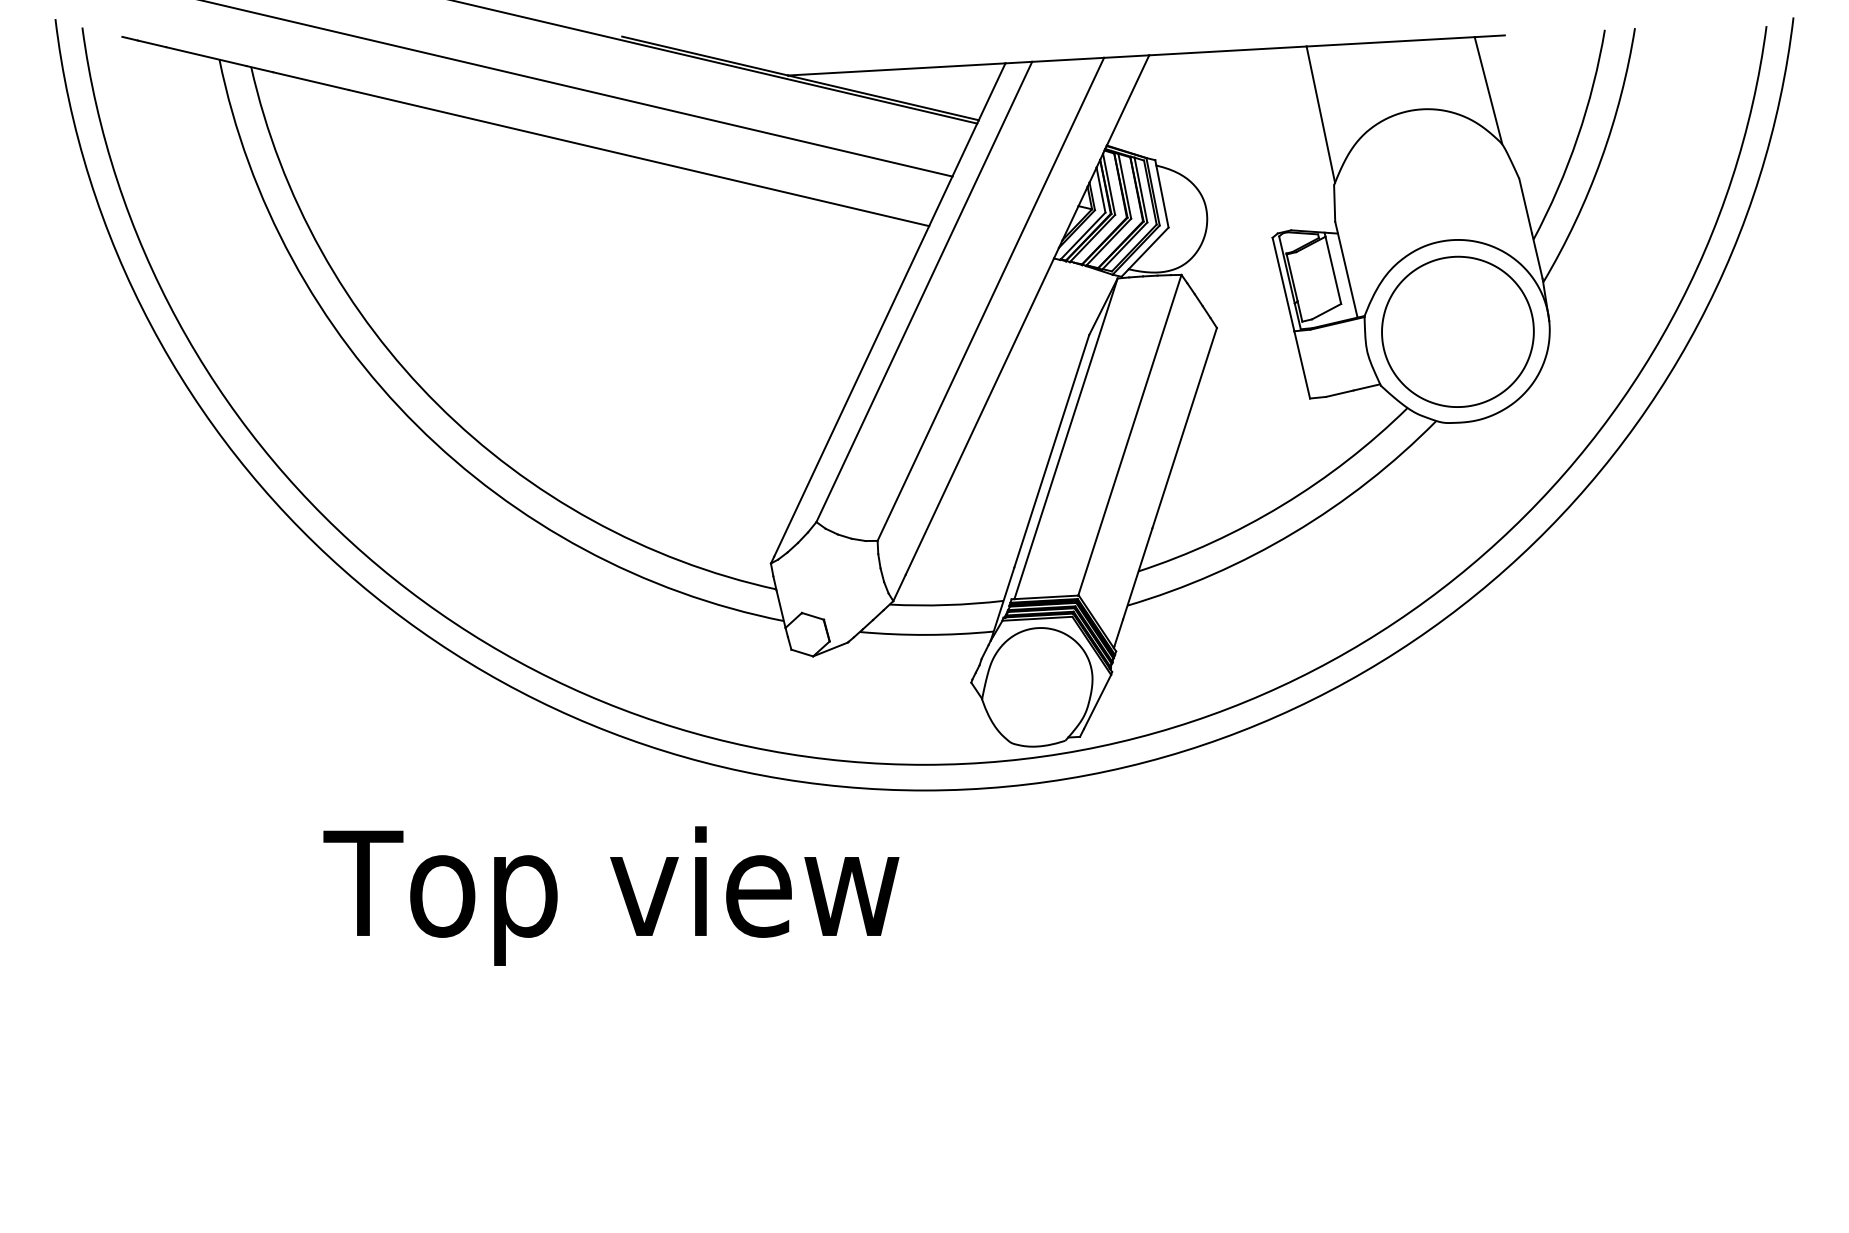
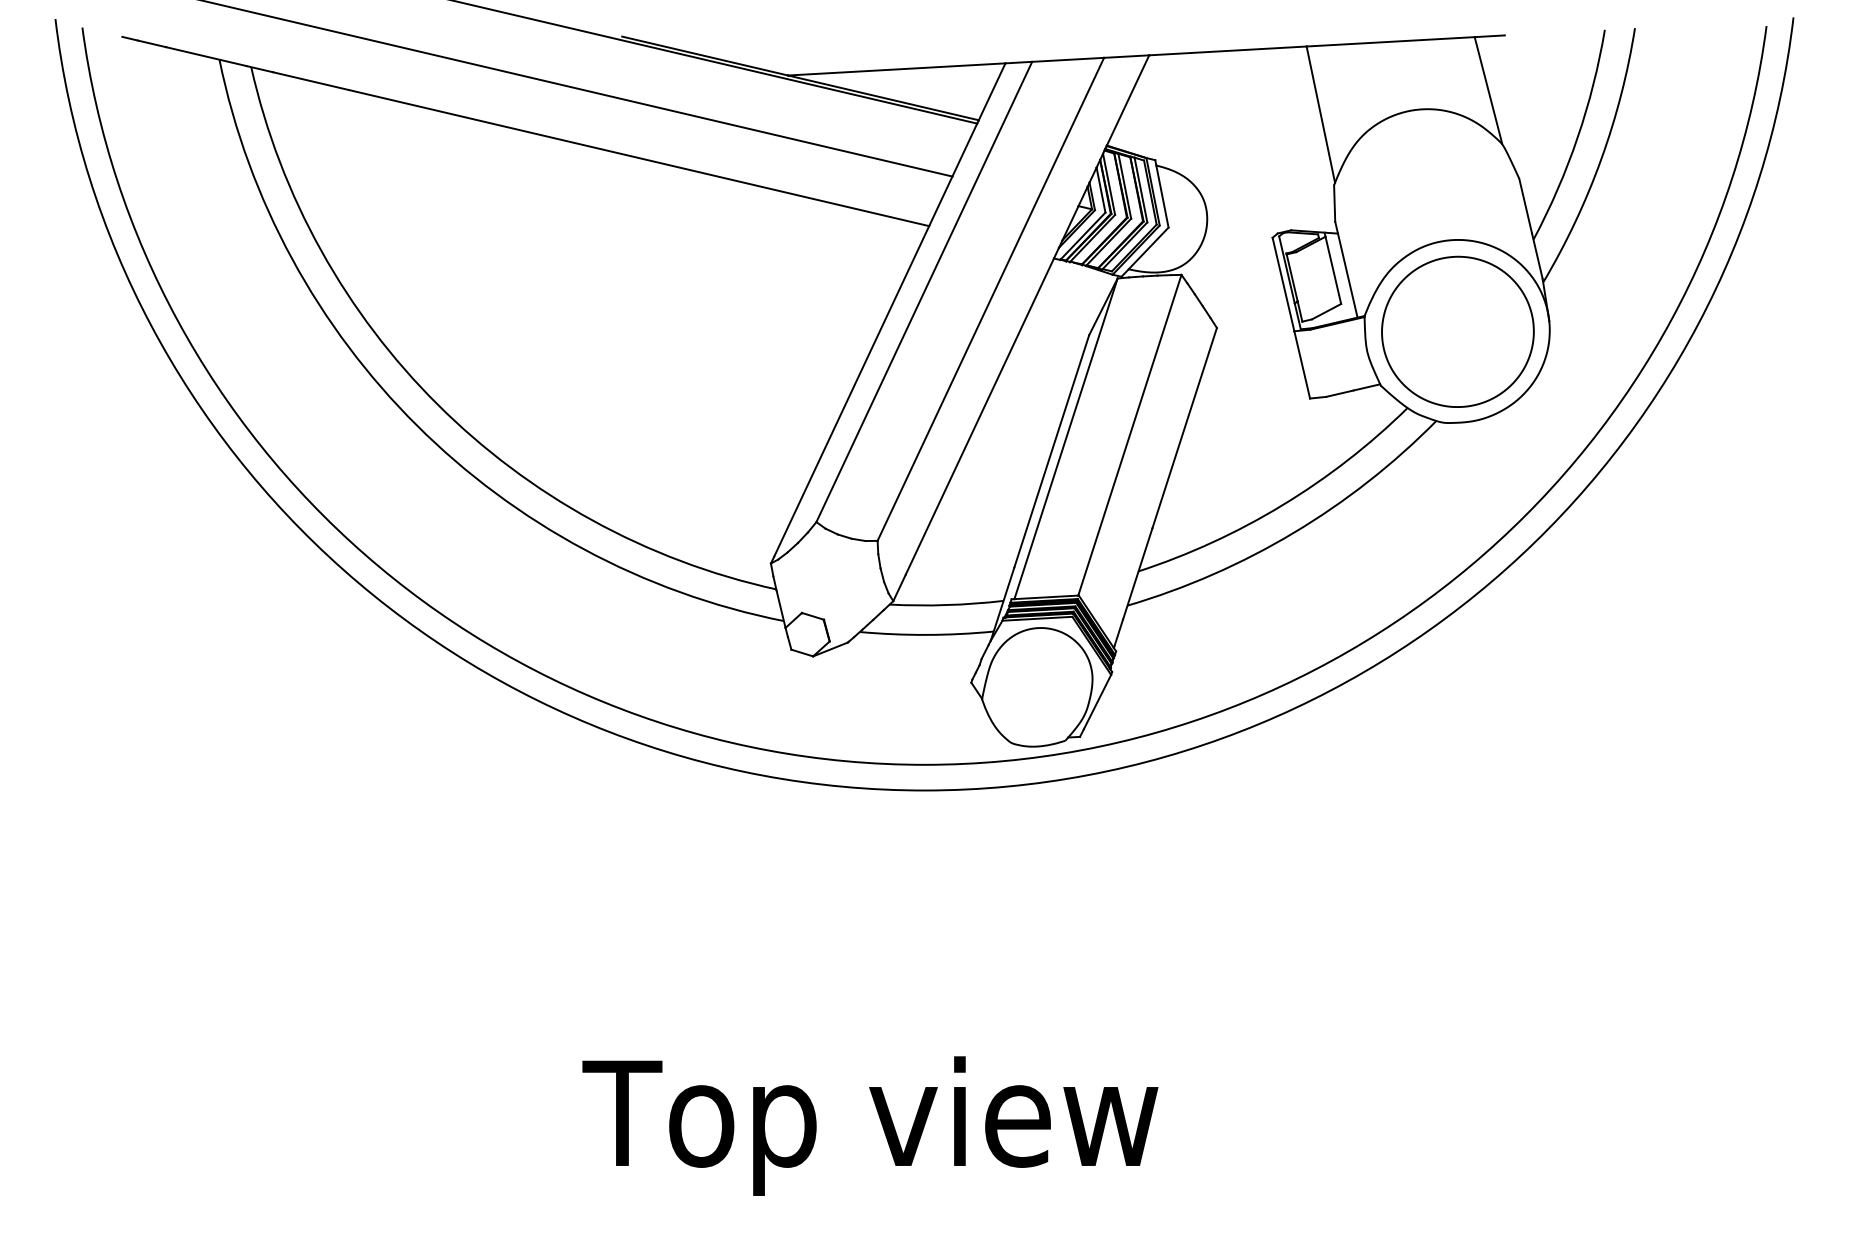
text at (611, 895) position: (611, 895) -> (870, 1125)
